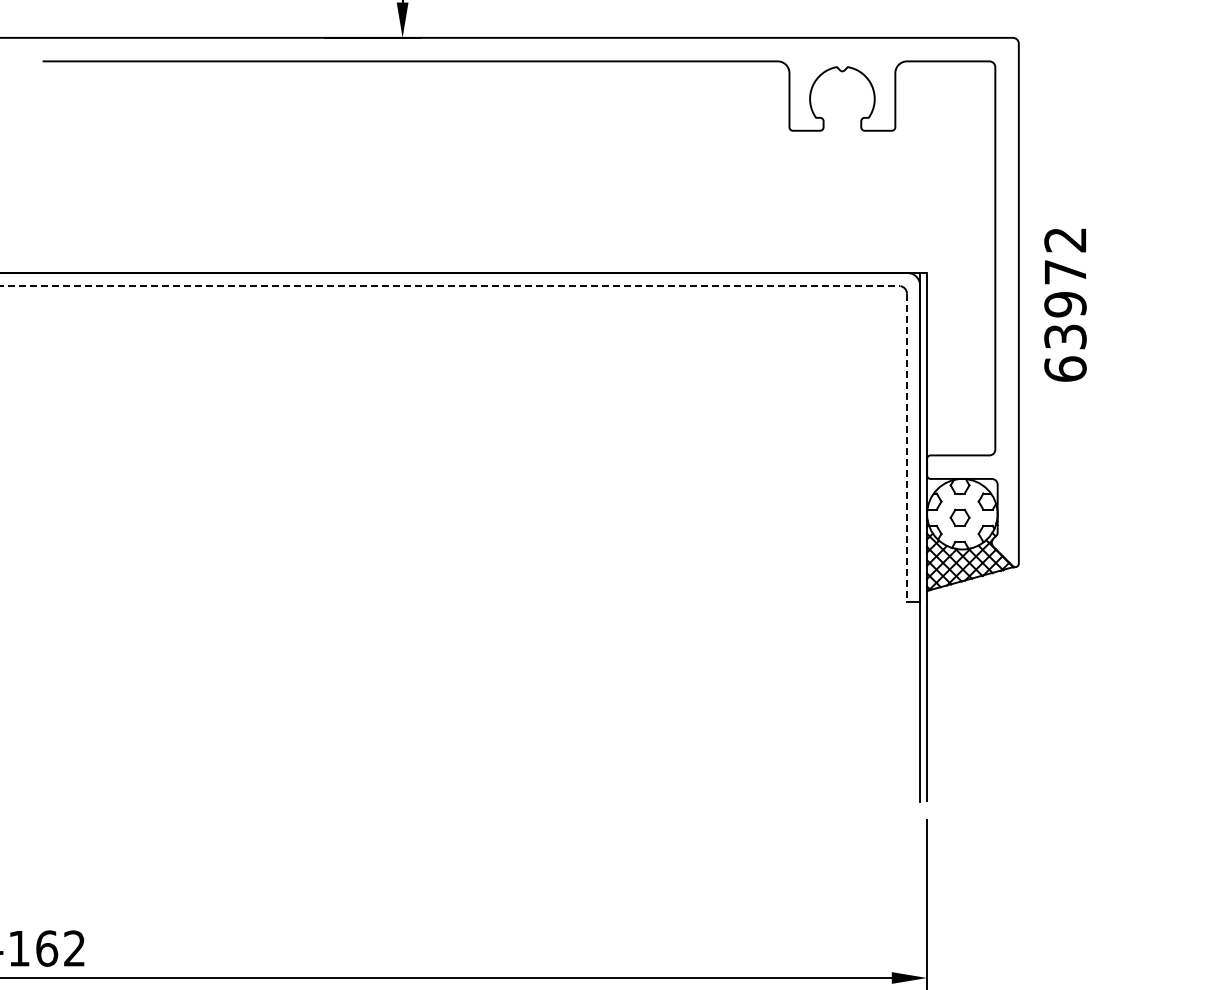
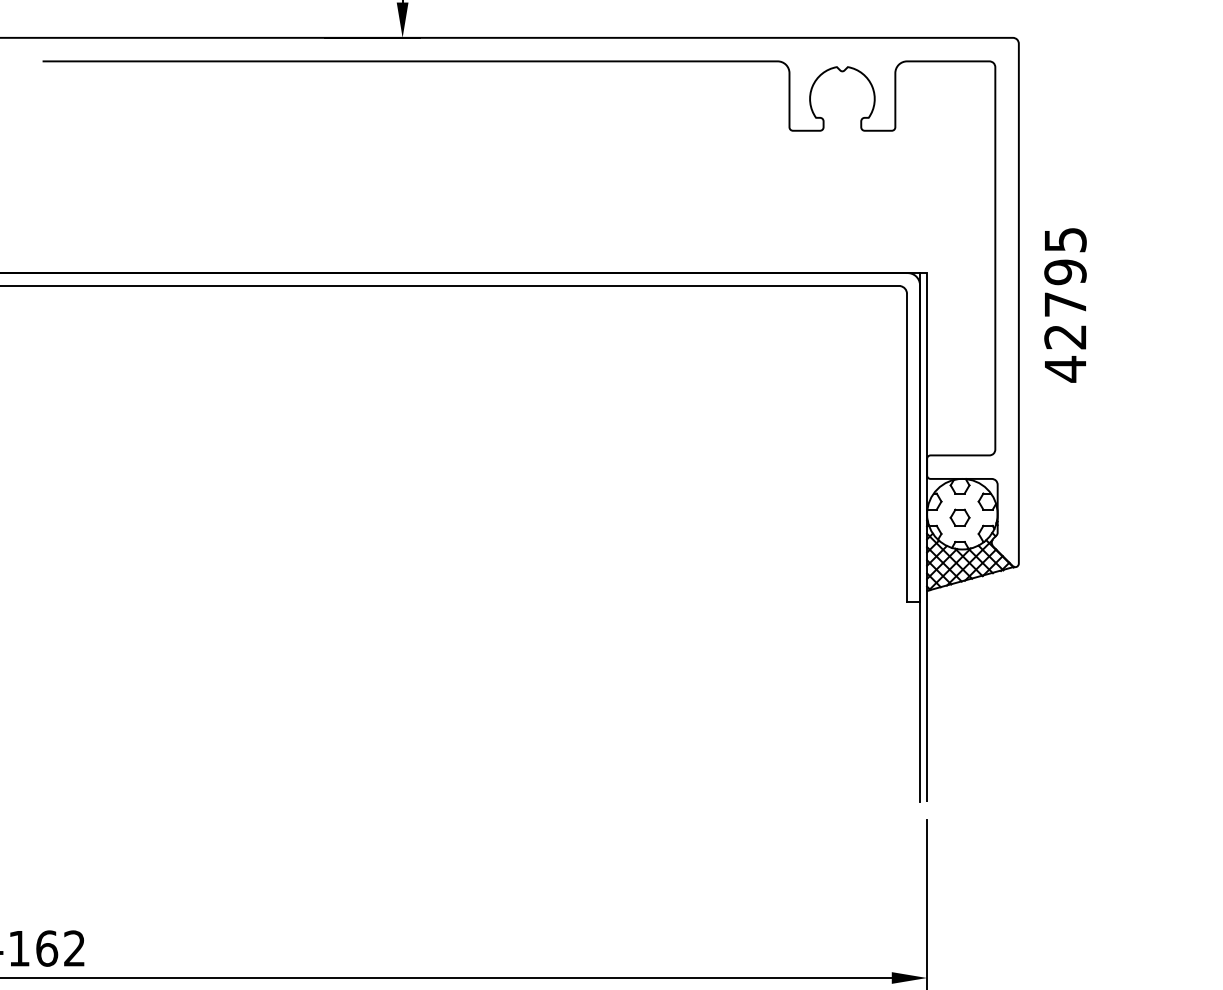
line at (450, 286): dashed -> solid
text at (1065, 305): 63972 -> 42795
line at (907, 448): dashed -> solid
